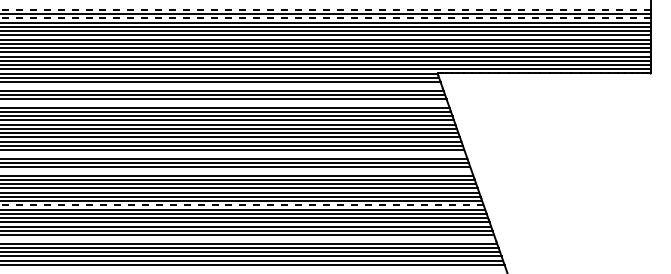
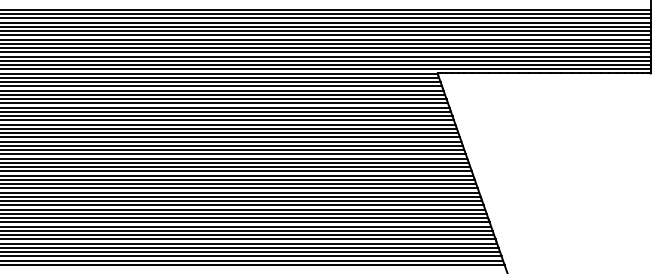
line at (325, 9): dashed -> solid
line at (325, 18): dashed -> solid
line at (222, 86): none -> present
line at (225, 103): none -> present
line at (233, 154): none -> present
line at (236, 171): none -> present
line at (241, 205): dashed -> solid
line at (248, 239): none -> present
